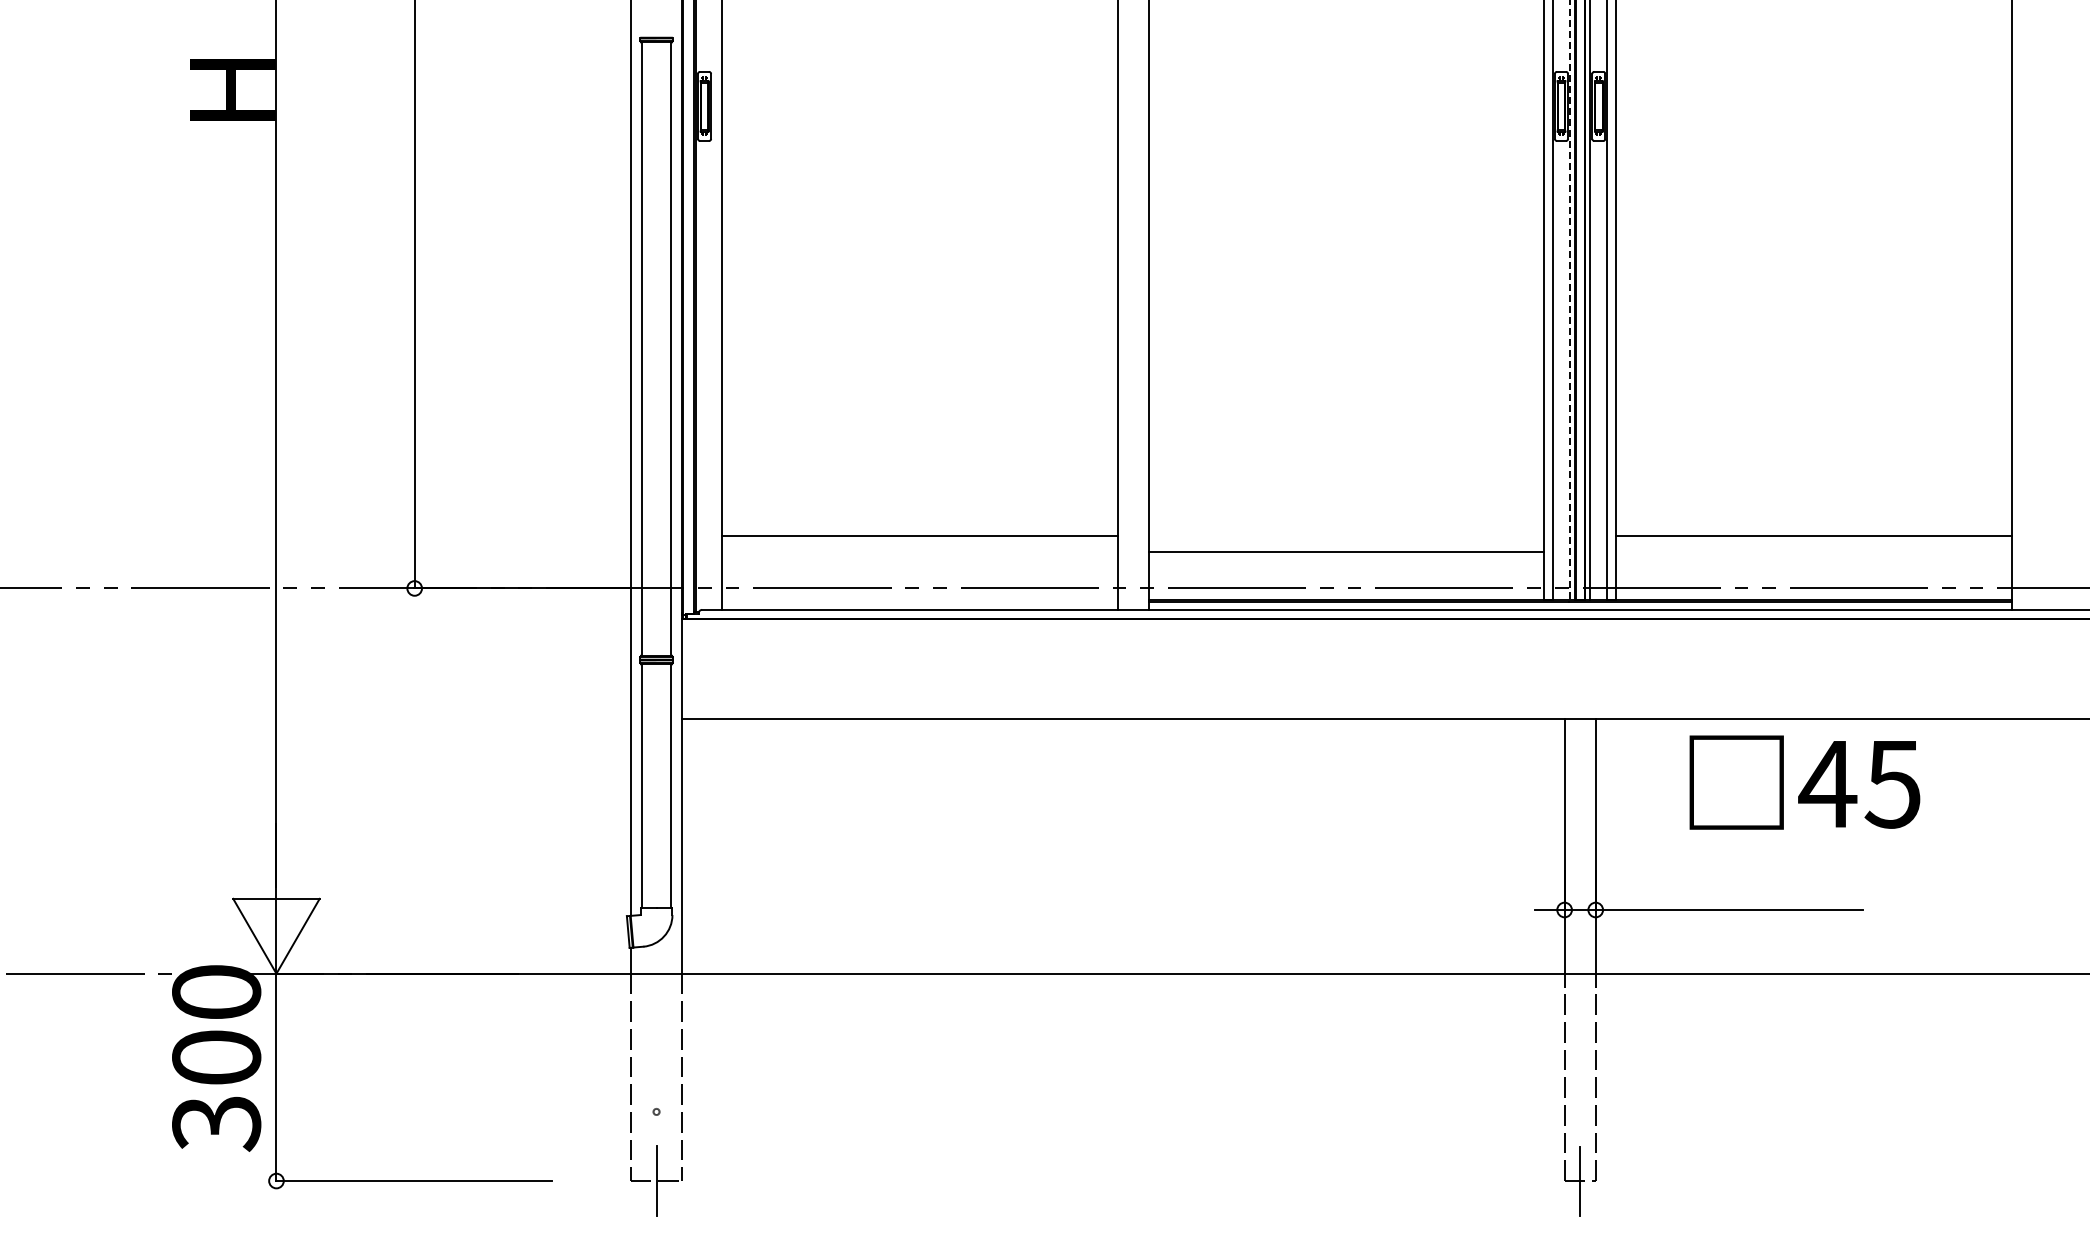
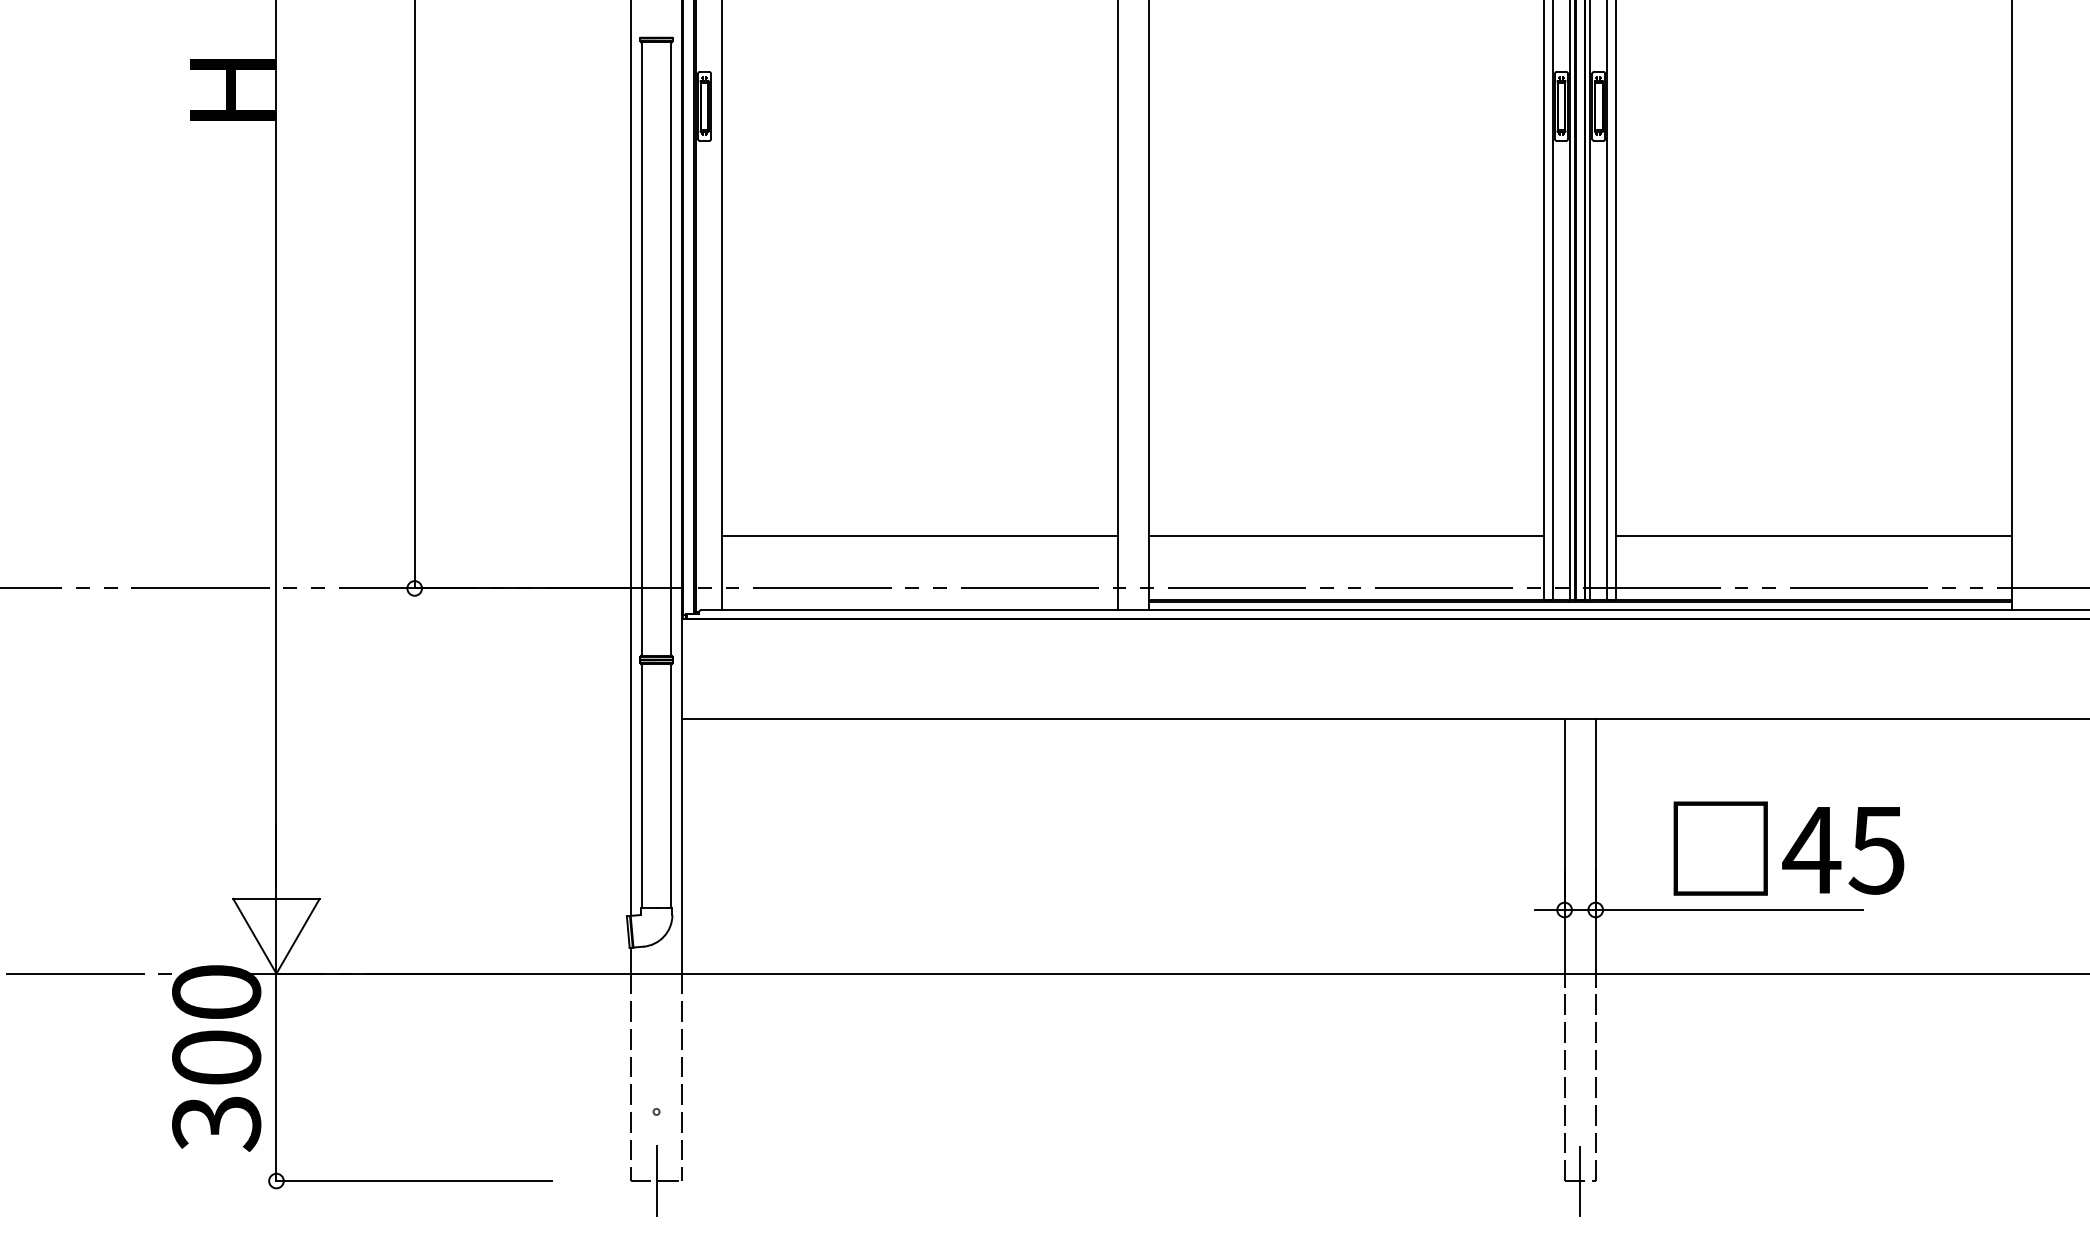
line at (1570, 299): dashed -> solid
line at (1345, 552) position: (1345, 552) -> (1345, 536)
text at (1804, 782) position: (1804, 782) -> (1788, 848)
